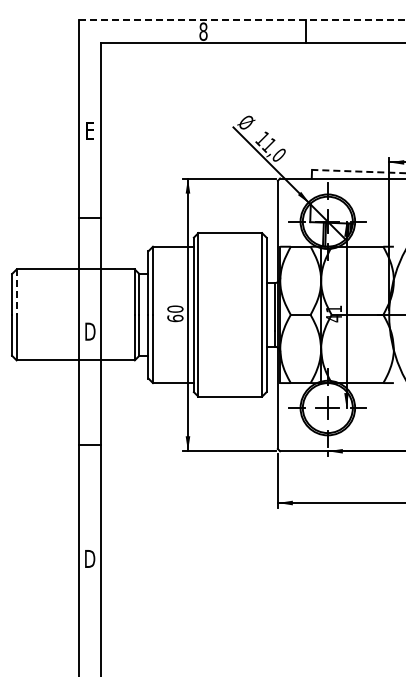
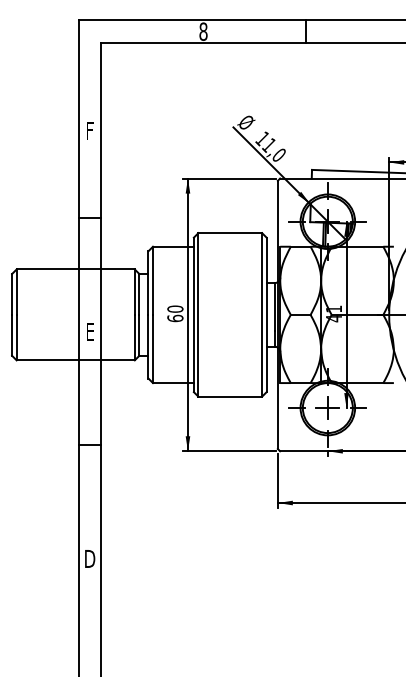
line at (242, 20): dashed -> solid
text at (89, 130): E -> F
line at (358, 171): dashed -> solid
line at (16, 292): dashed -> solid
text at (90, 331): D -> E
